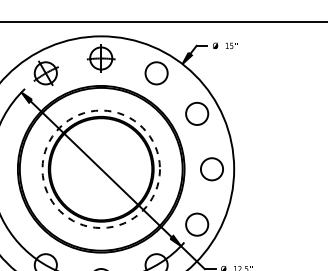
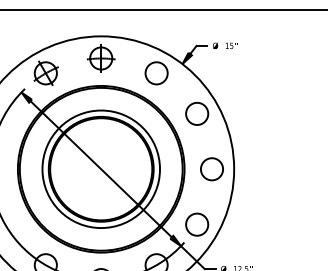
line at (163, 21) position: (163, 21) -> (163, 9)
circle at (101, 169): dashed -> solid
